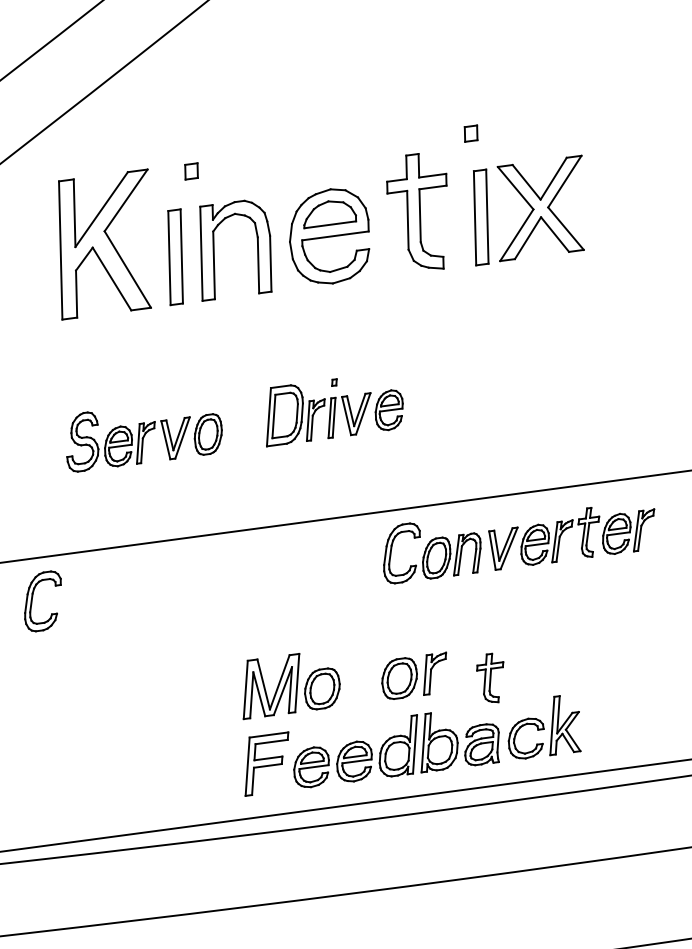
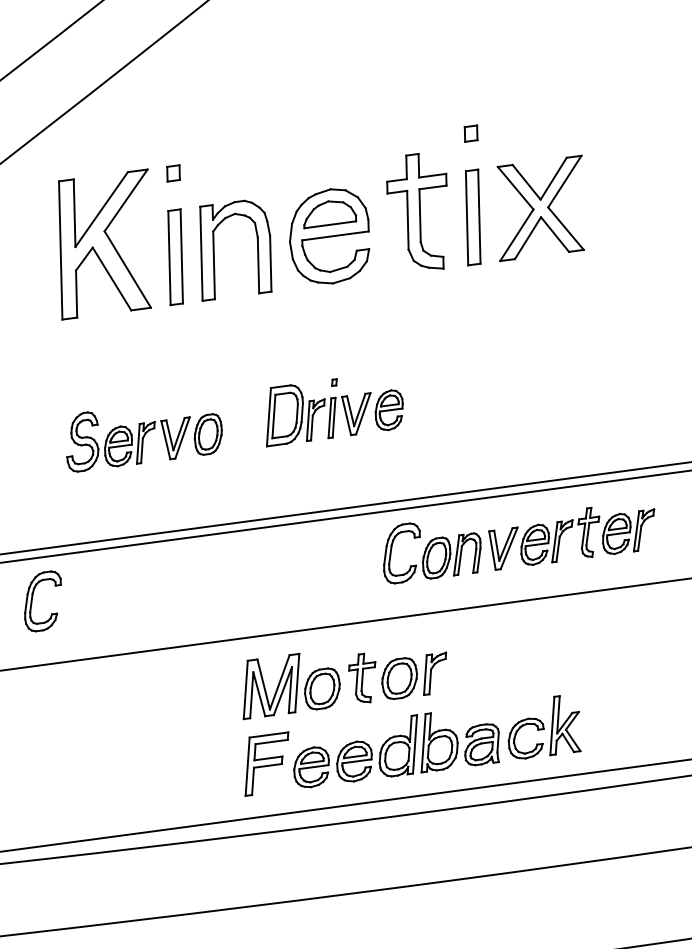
part at (191, 171) position: (191, 171) -> (173, 173)
part at (481, 217) position: (481, 217) -> (473, 217)
line at (345, 508): none -> present
line at (345, 624): none -> present
part at (490, 677) position: (490, 677) -> (362, 677)
